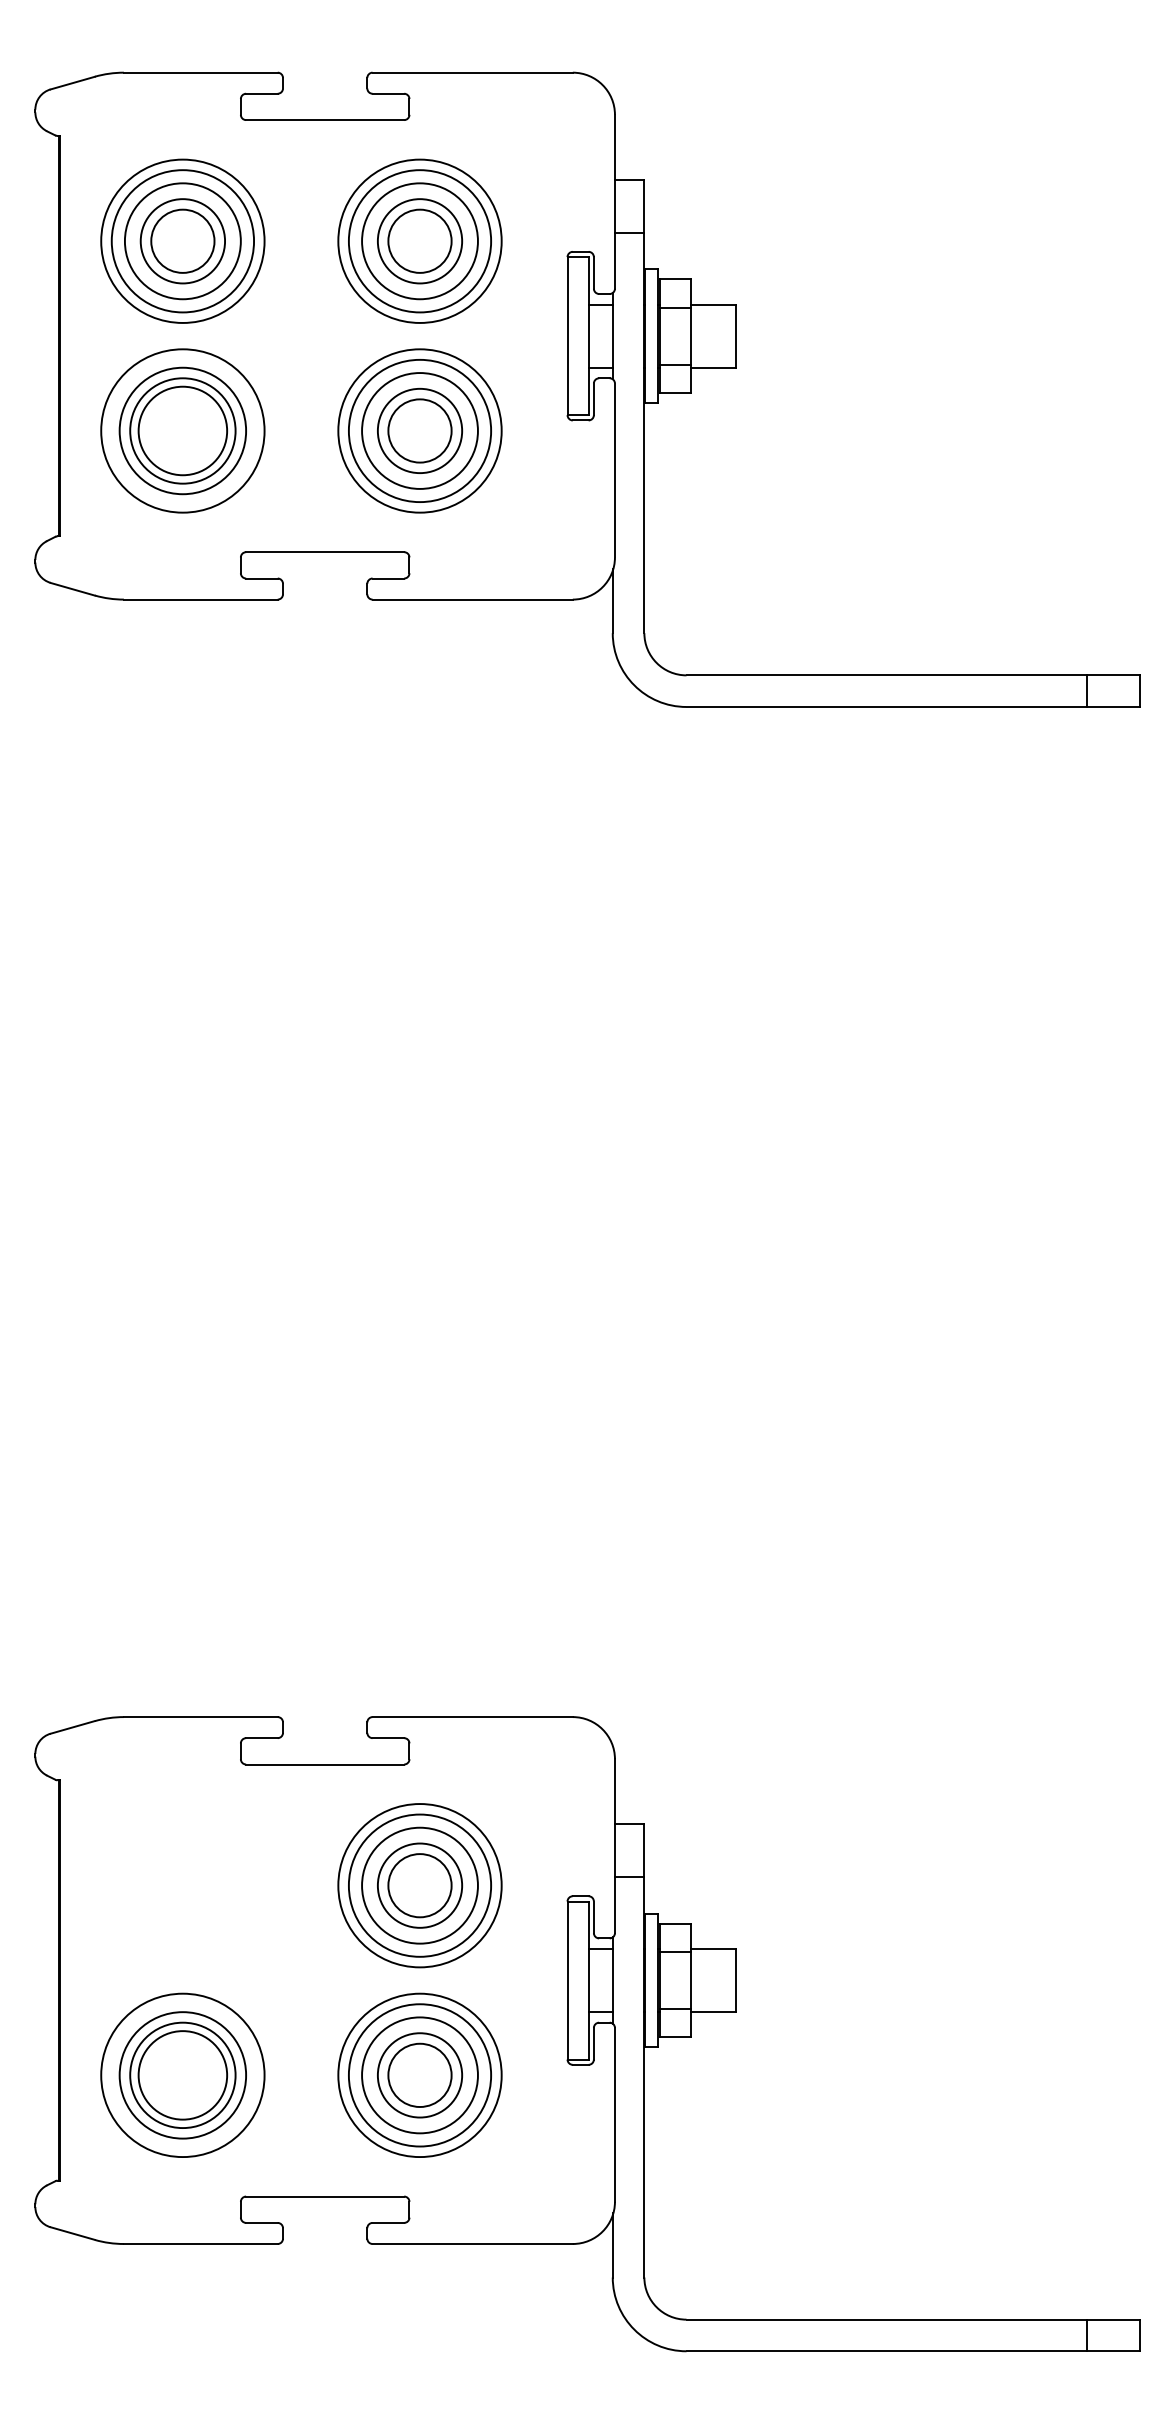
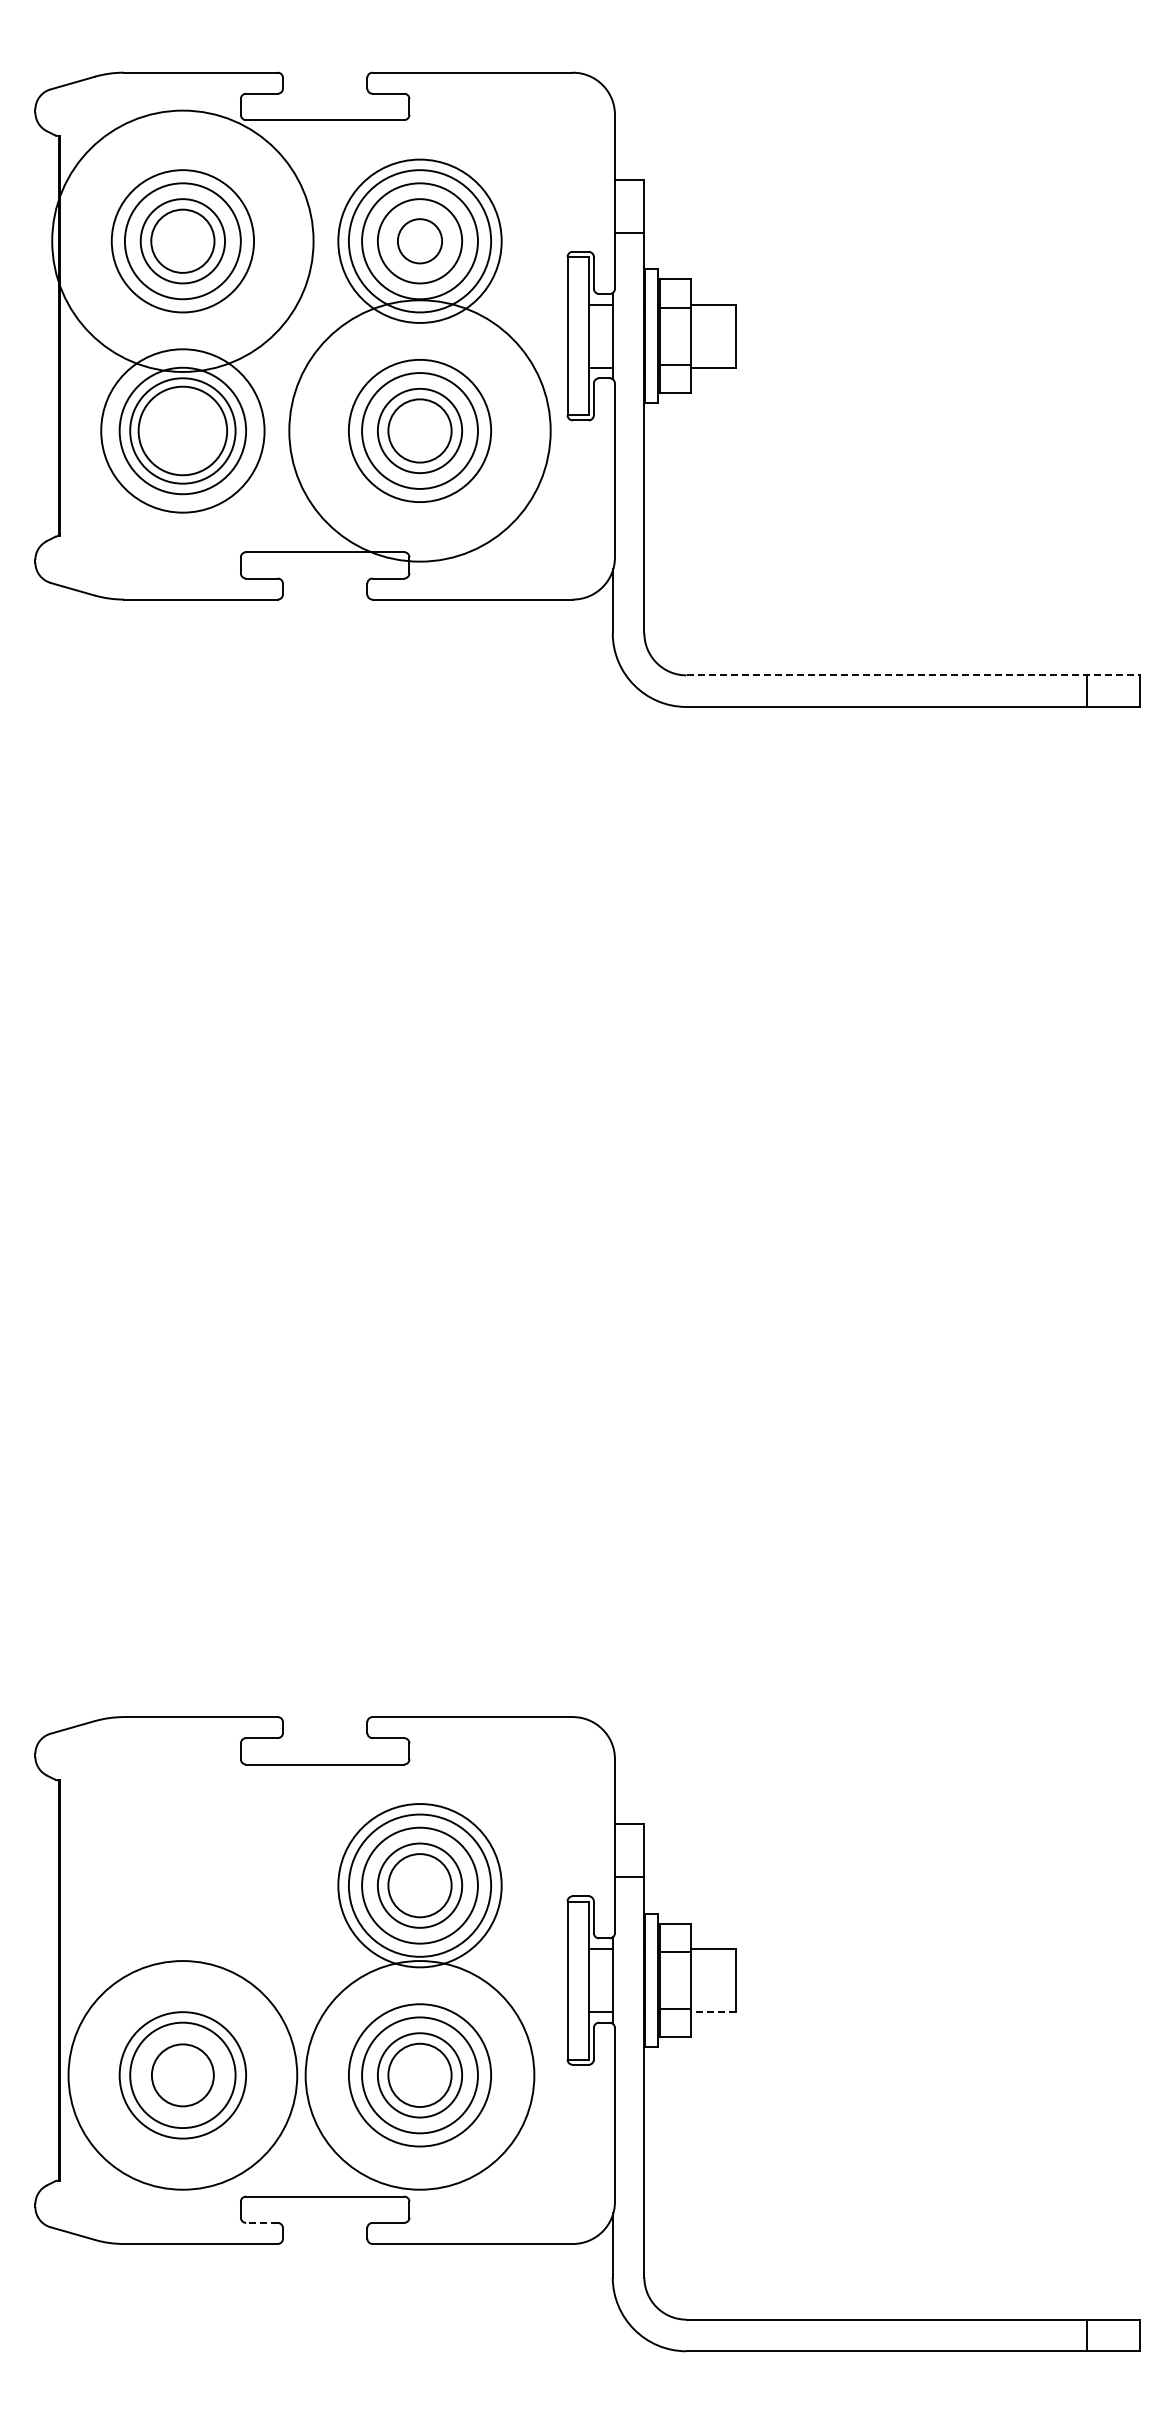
circle at (182, 240) diameter: 163 px -> 261 px
circle at (419, 240) diameter: 63 px -> 44 px
circle at (419, 430) diameter: 163 px -> 261 px
line at (913, 675): solid -> dashed
line at (713, 2012): solid -> dashed
circle at (182, 2075) diameter: 163 px -> 229 px
circle at (182, 2075) diameter: 89 px -> 62 px
circle at (419, 2075) diameter: 163 px -> 229 px
line at (261, 2222): solid -> dashed
